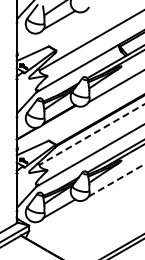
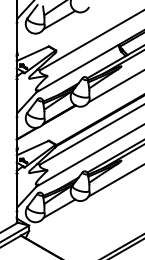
line at (91, 134): dashed -> solid
line at (117, 180): dashed -> solid
